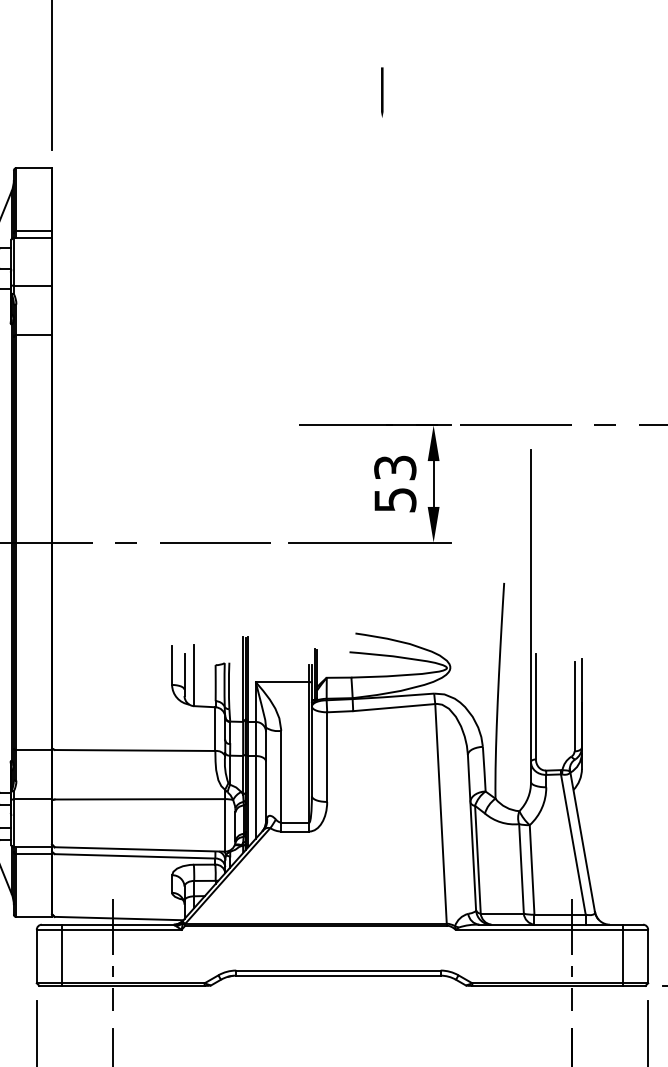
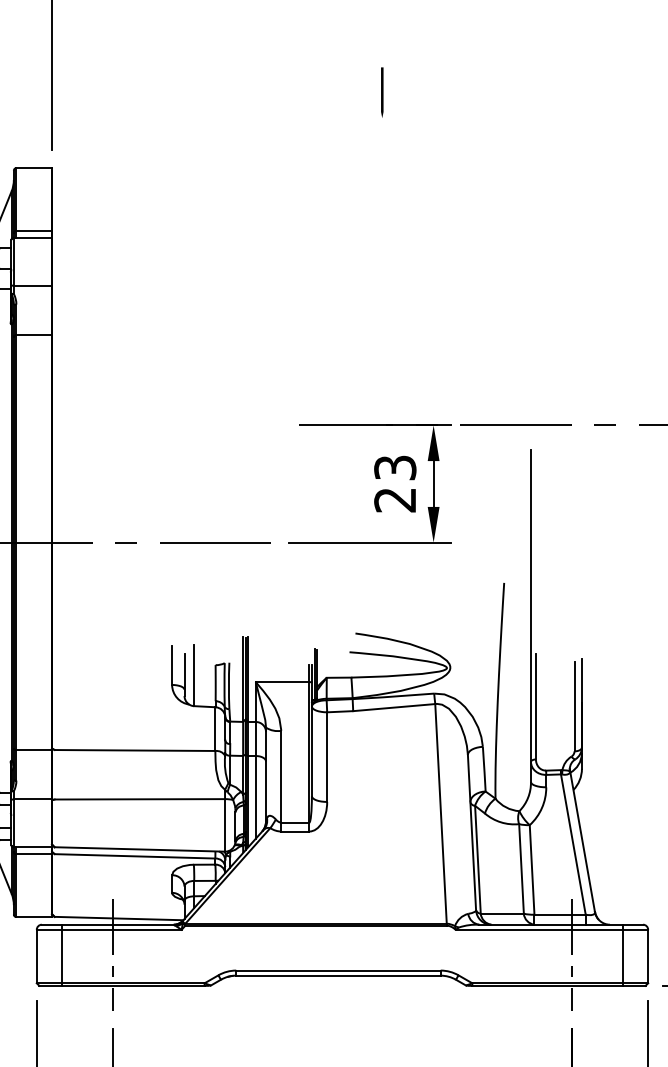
text at (395, 500): 53 -> 23
